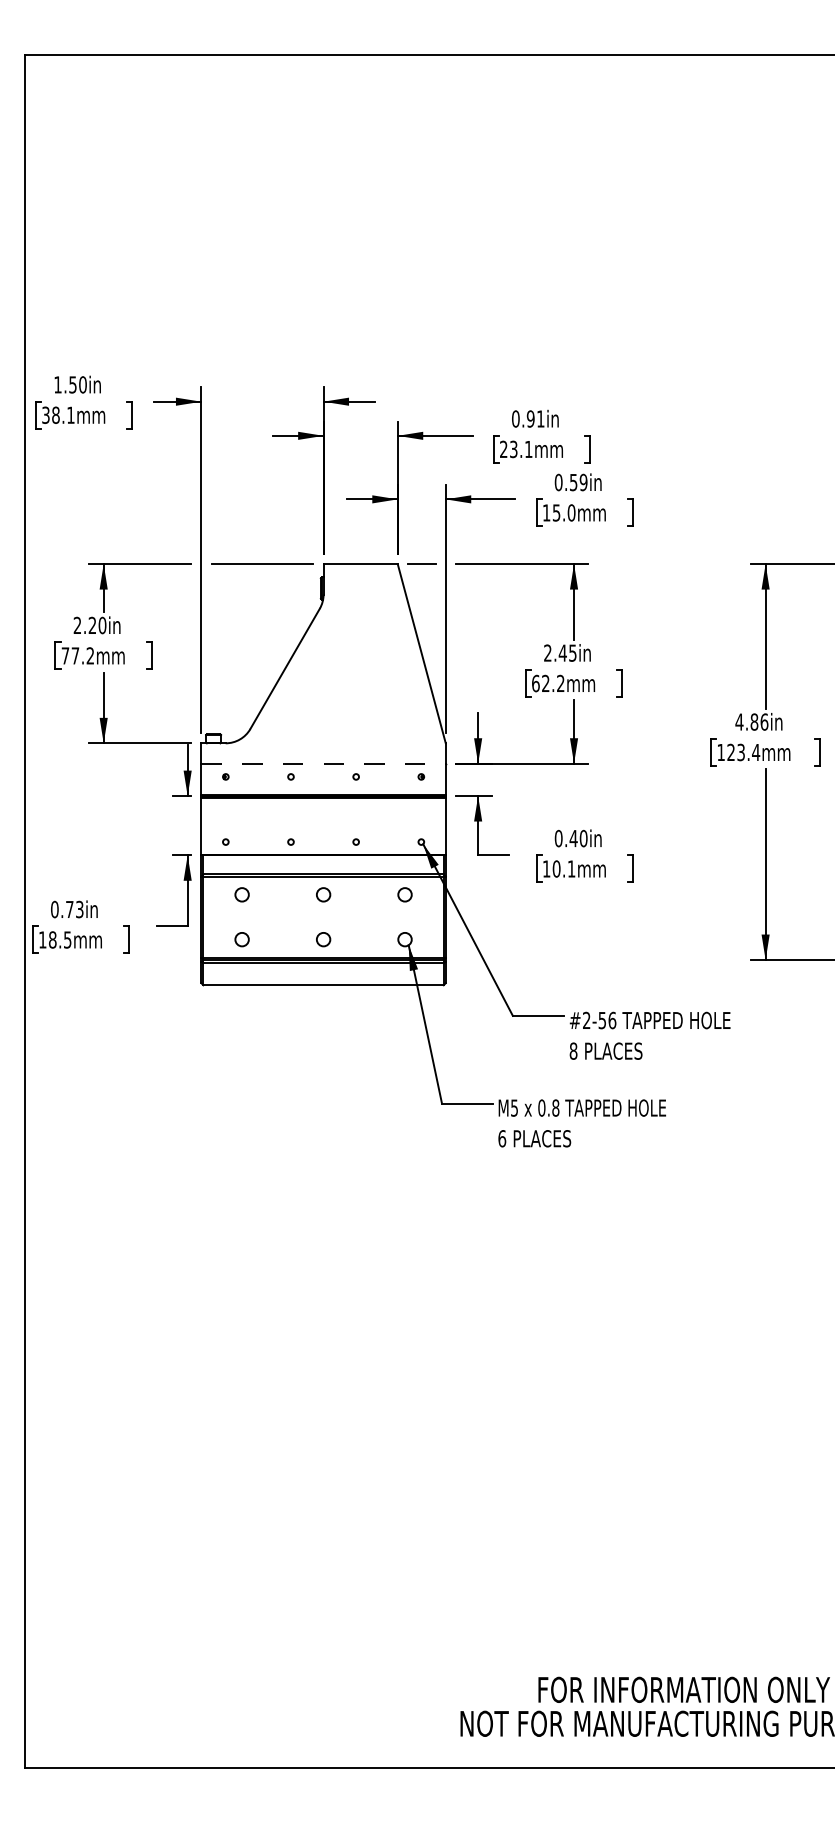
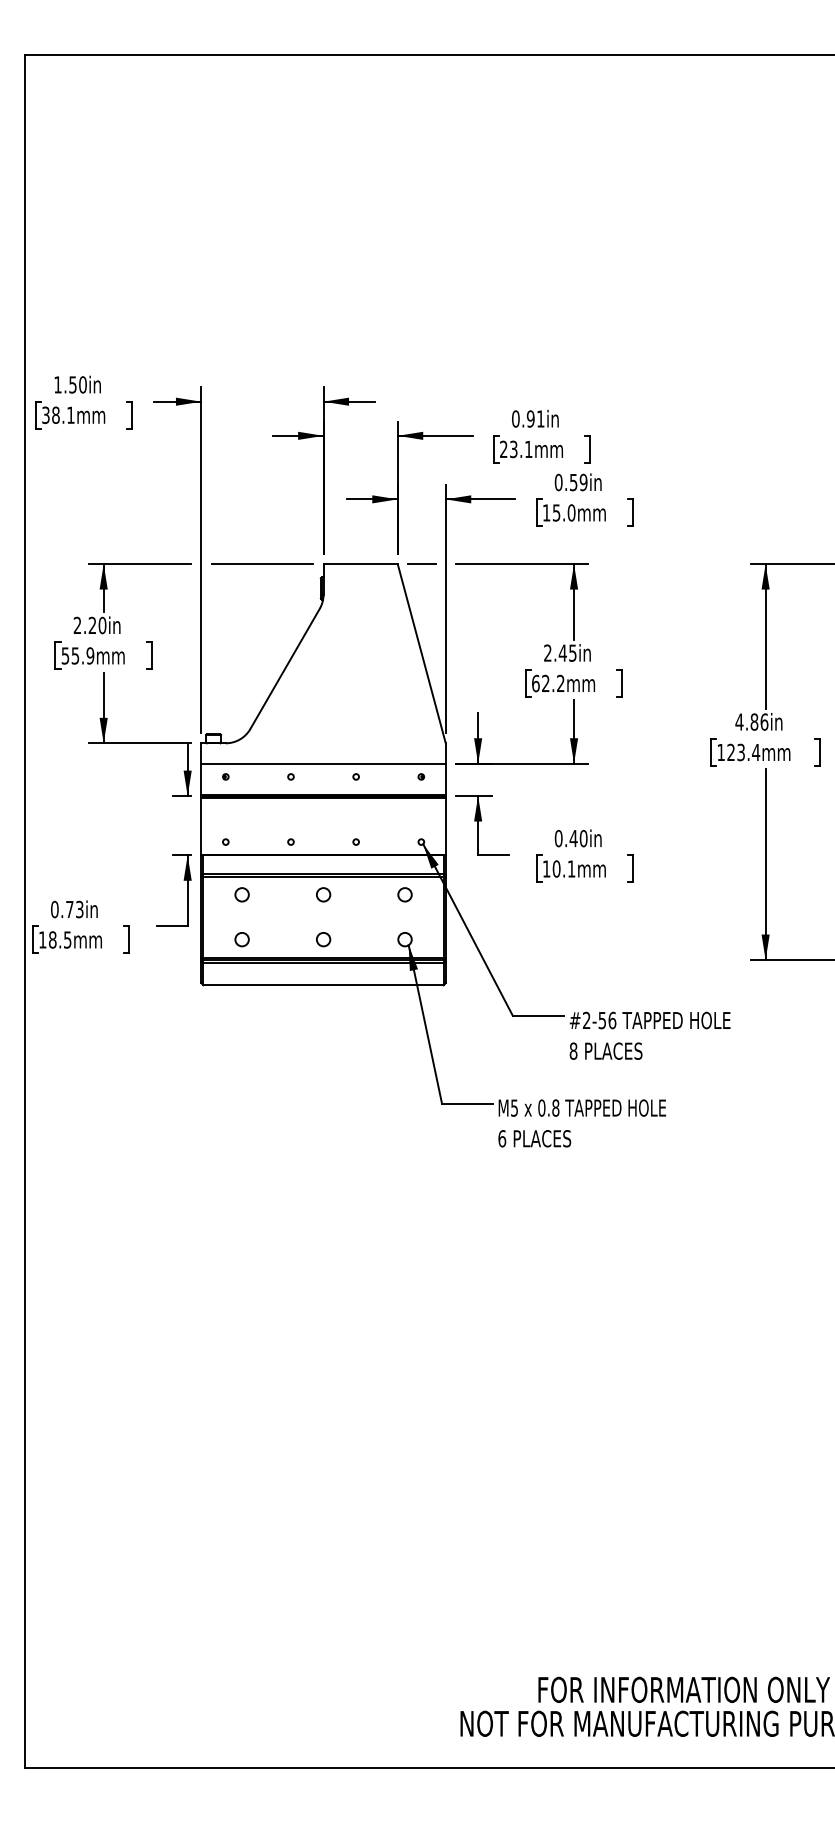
text at (77, 655): 77.2mm -> 55.9mm
line at (324, 763): dashed -> solid
